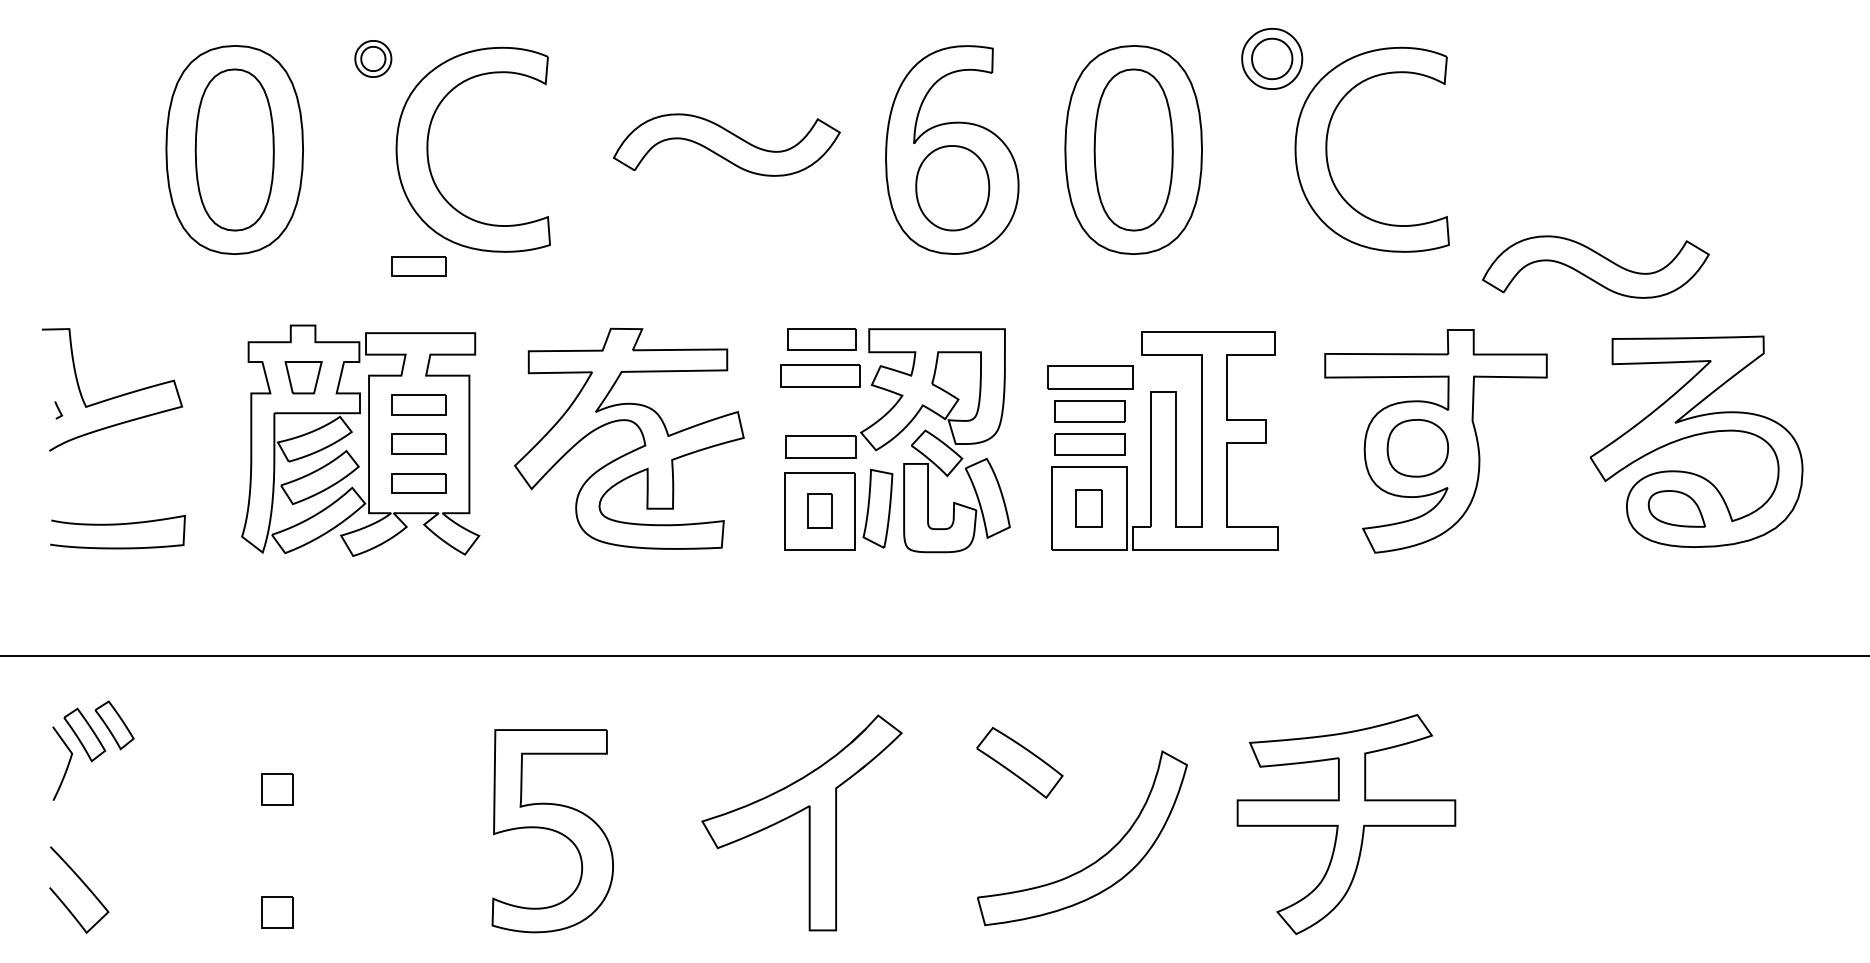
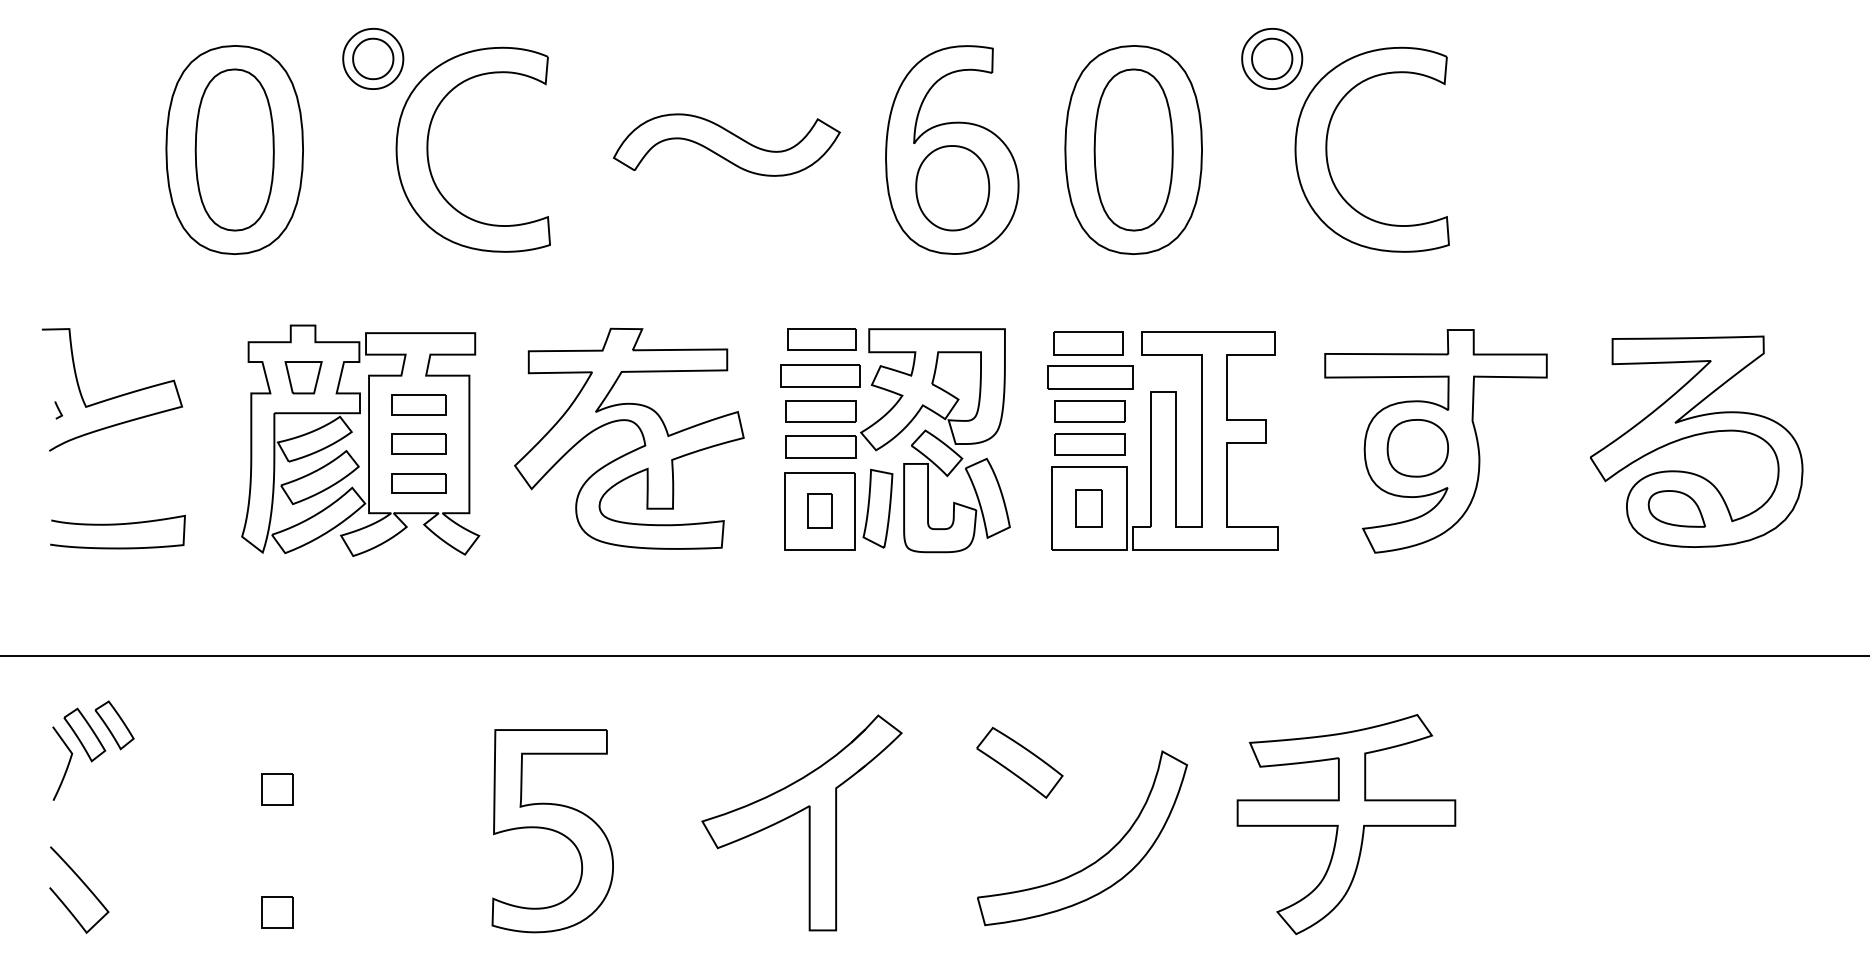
part at (373, 58) size: 39x38 px -> 63x62 px
part at (418, 266): present -> none
part at (1595, 266): present -> none
part at (1088, 343): none -> present
part at (820, 411): none -> present
